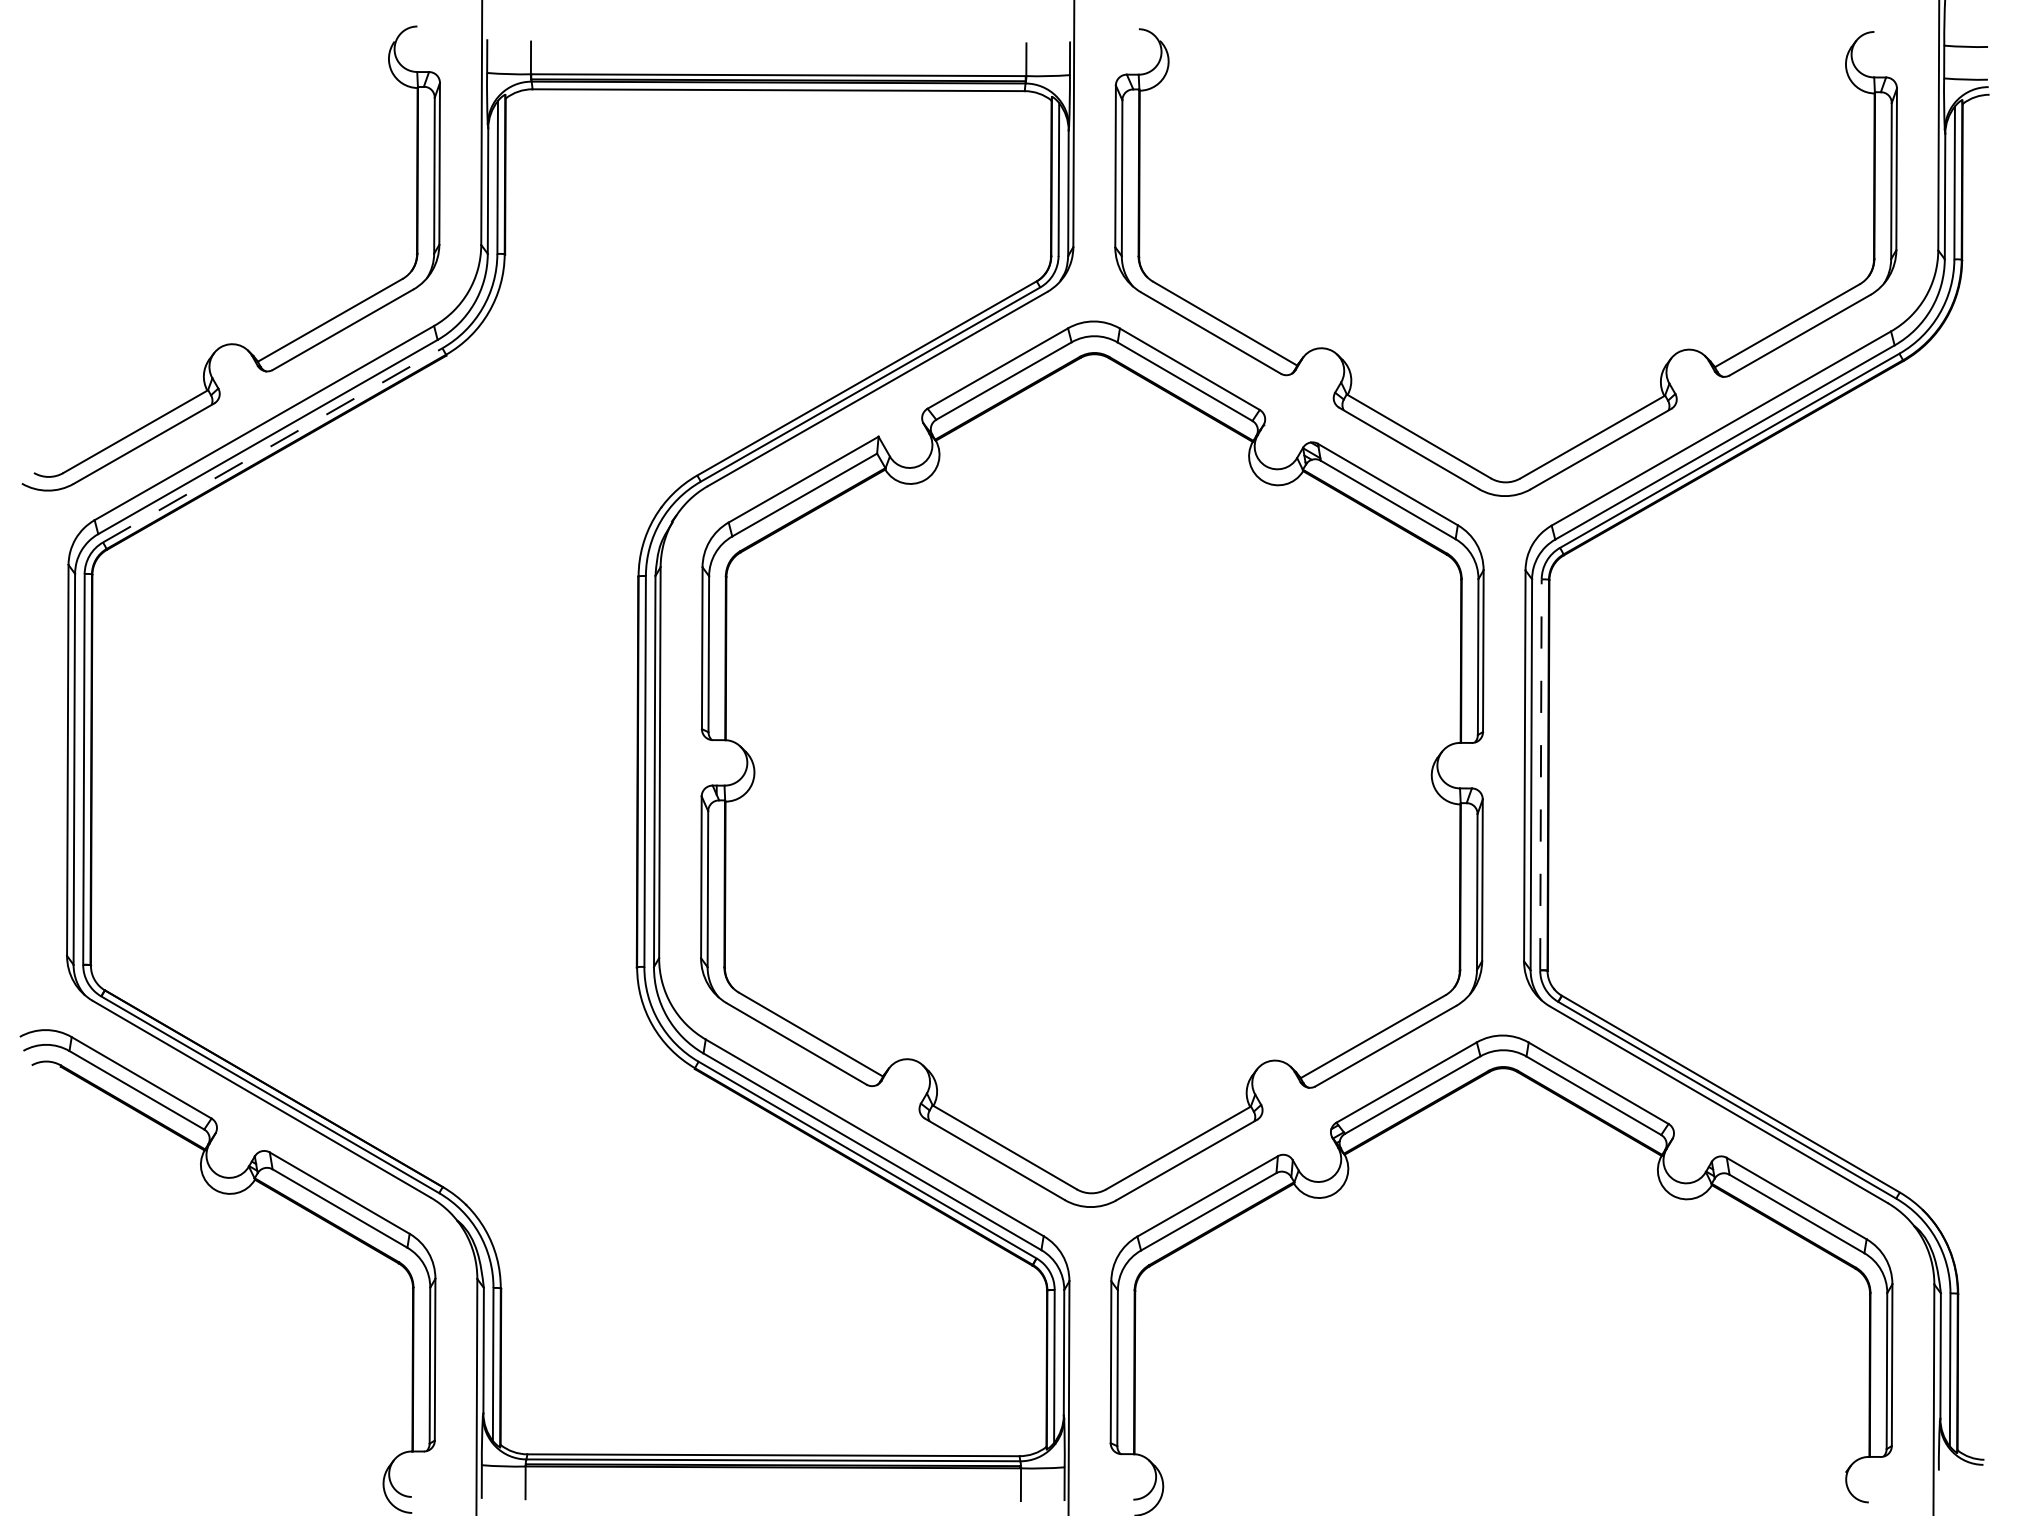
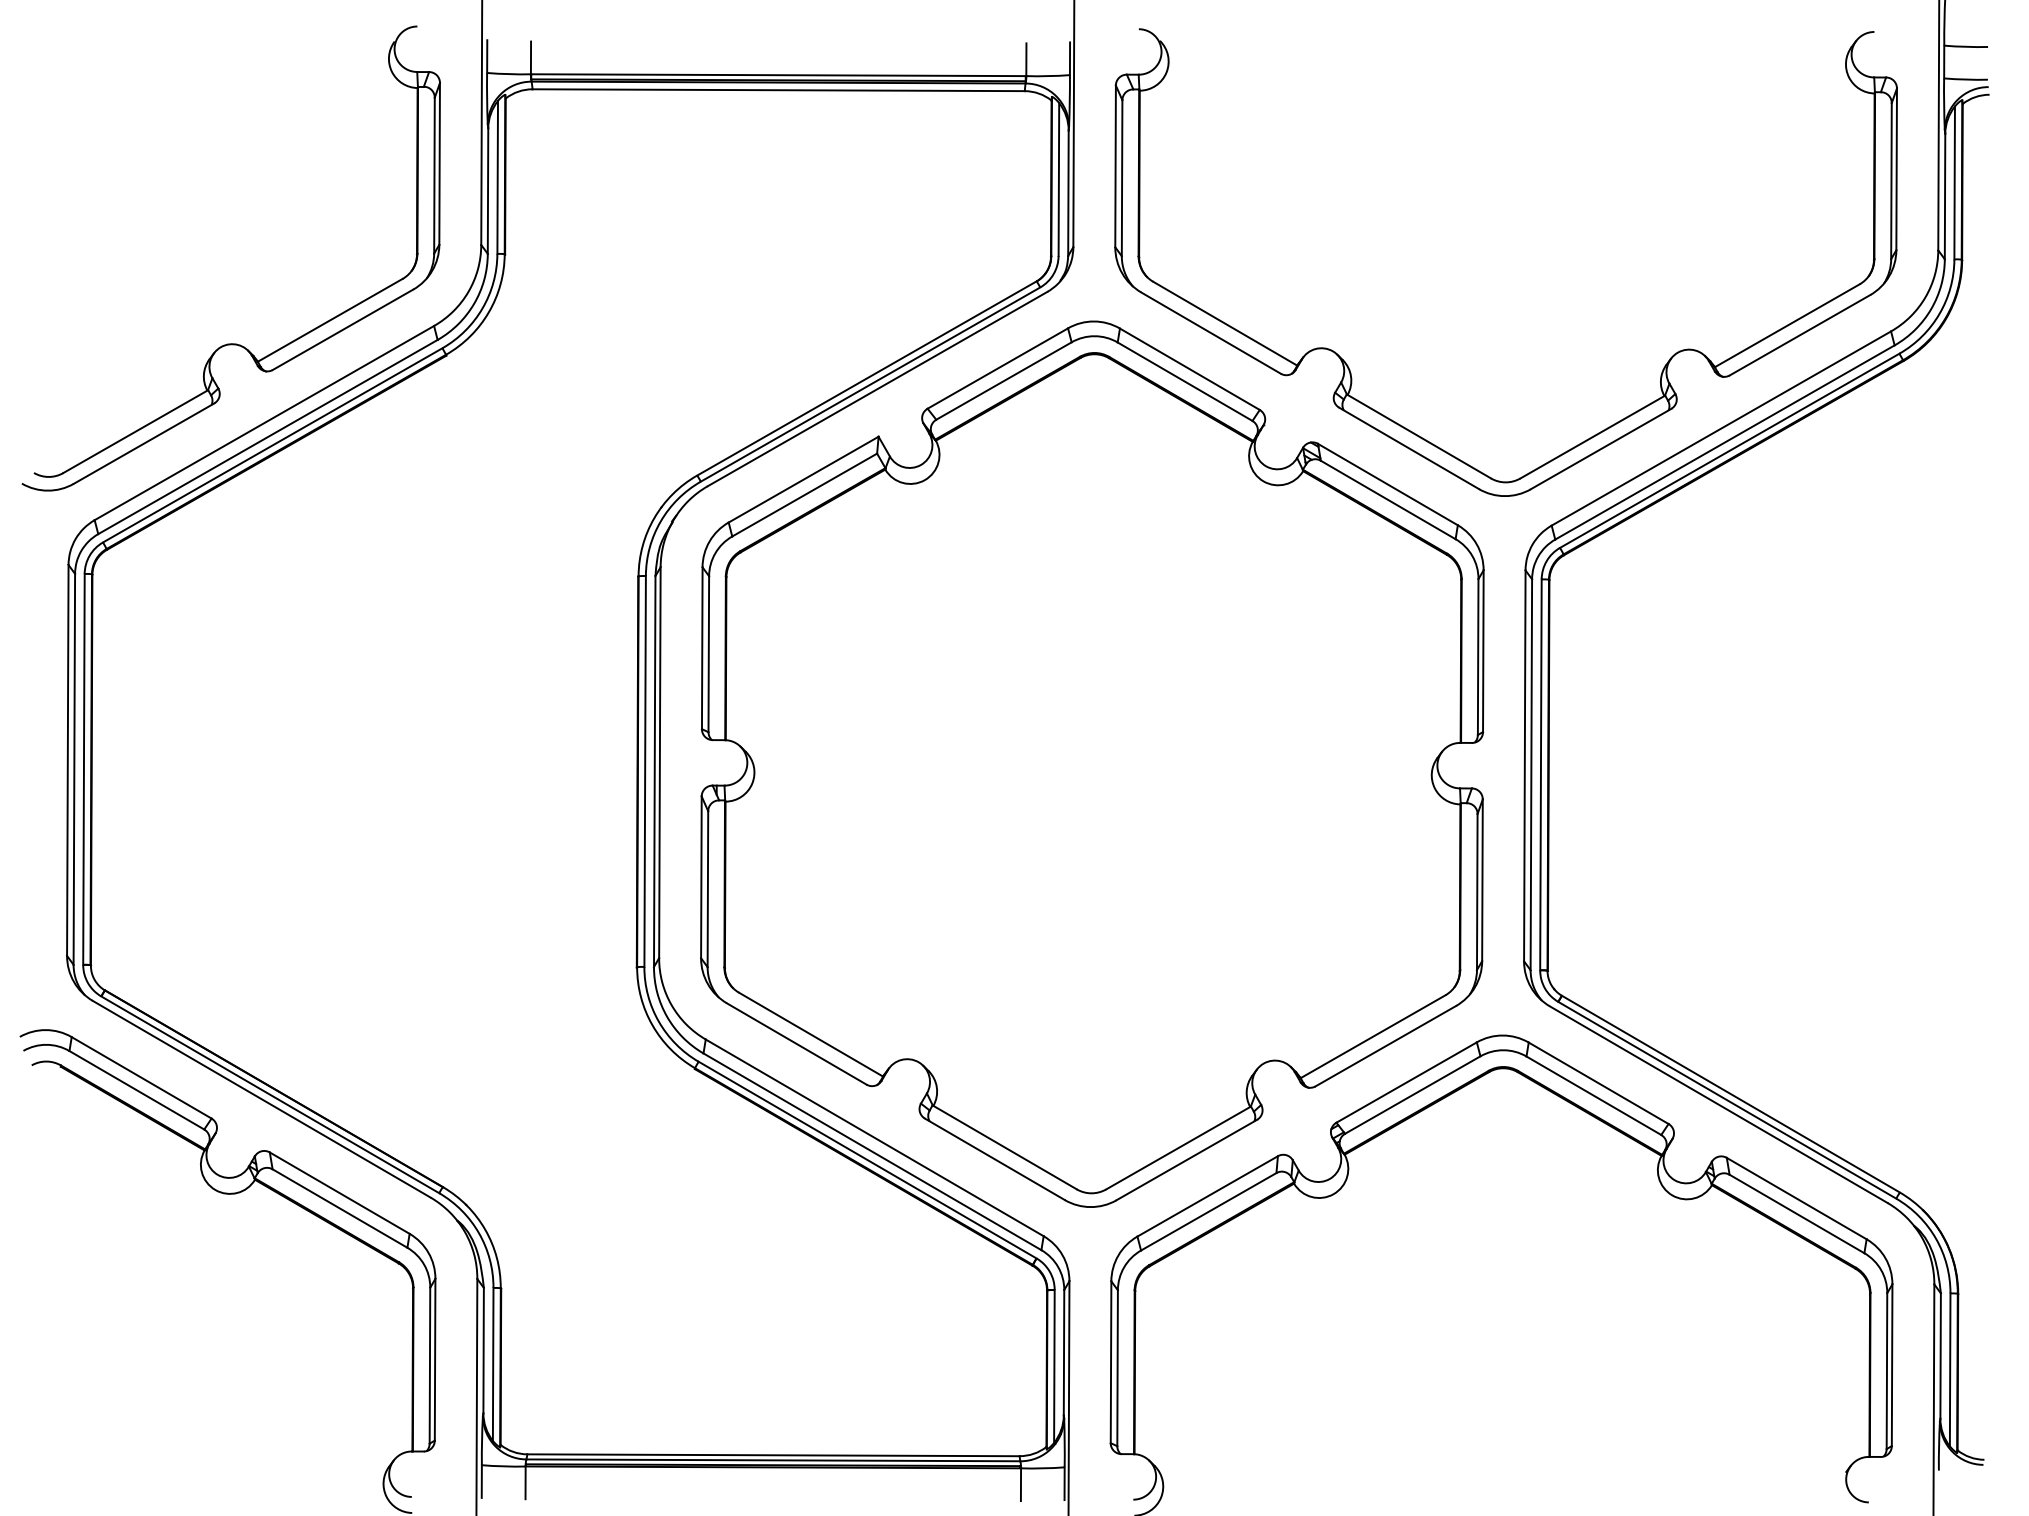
line at (273, 445): dashed -> solid
line at (1540, 774): dashed -> solid
